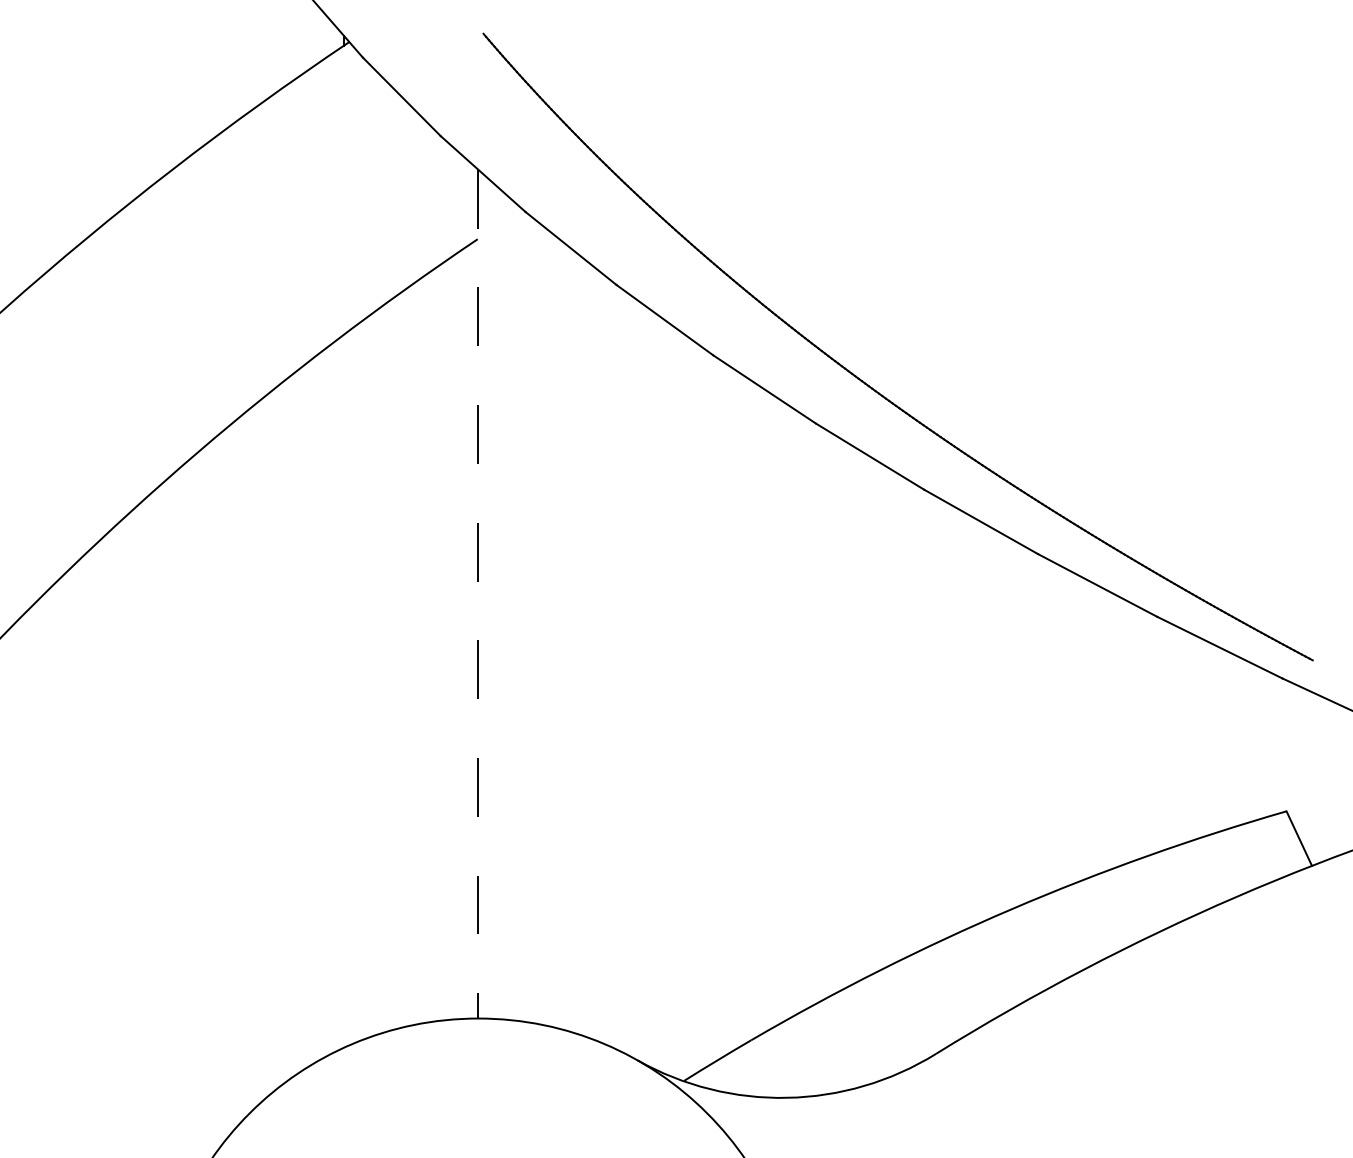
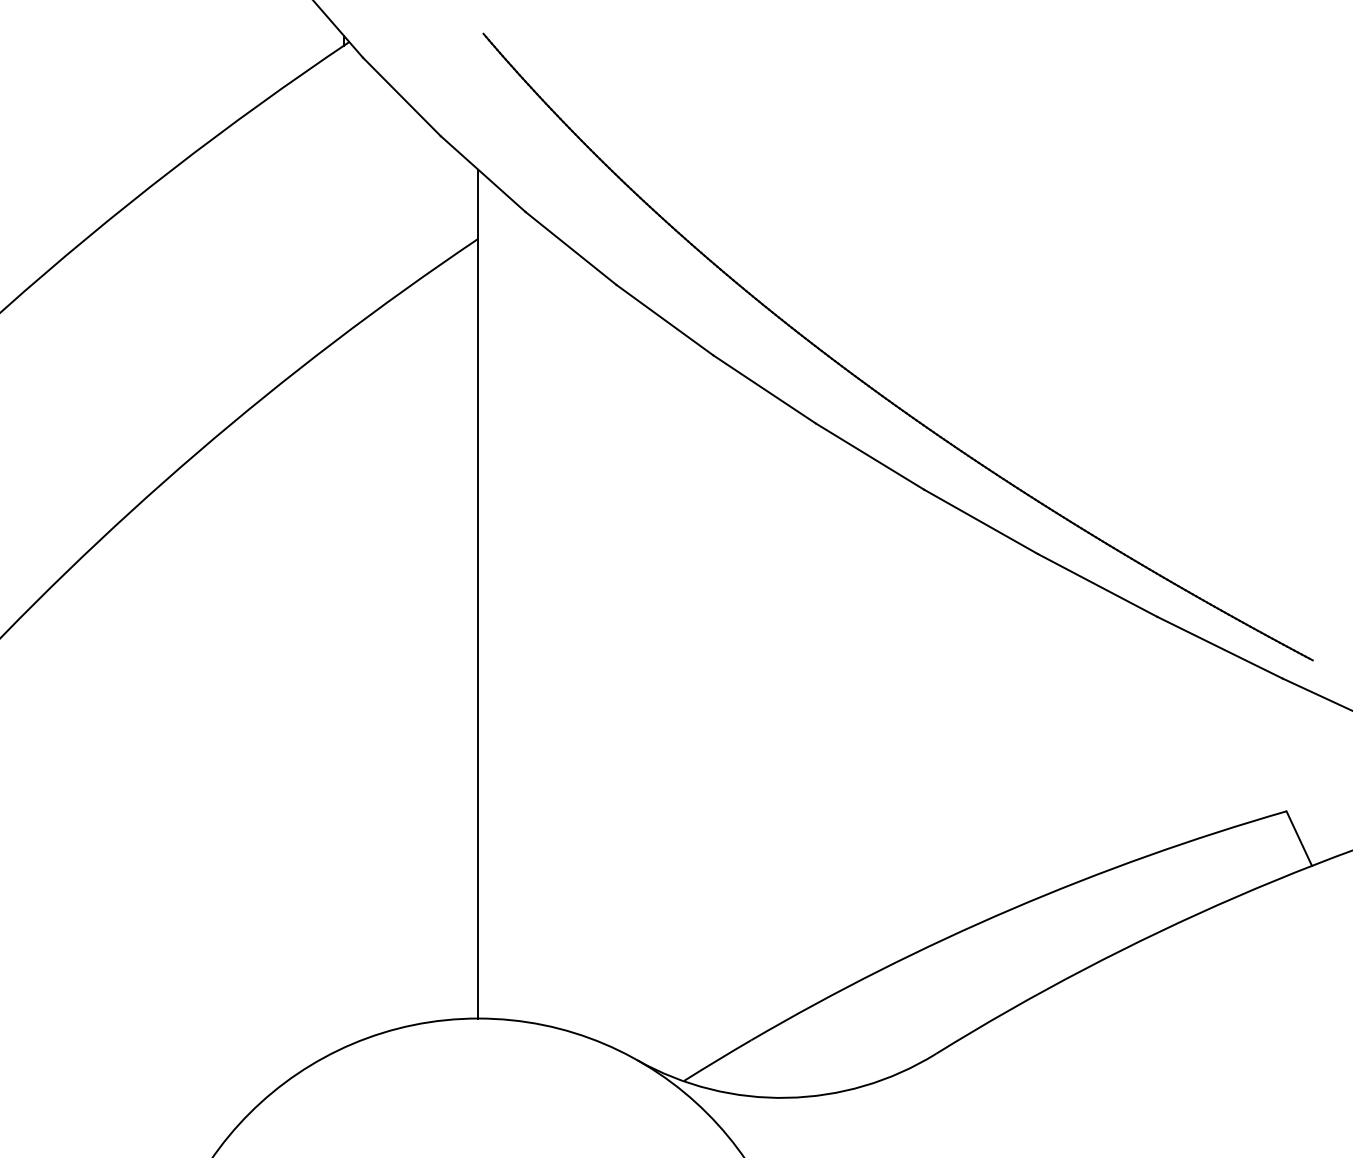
line at (478, 594): dashed -> solid
